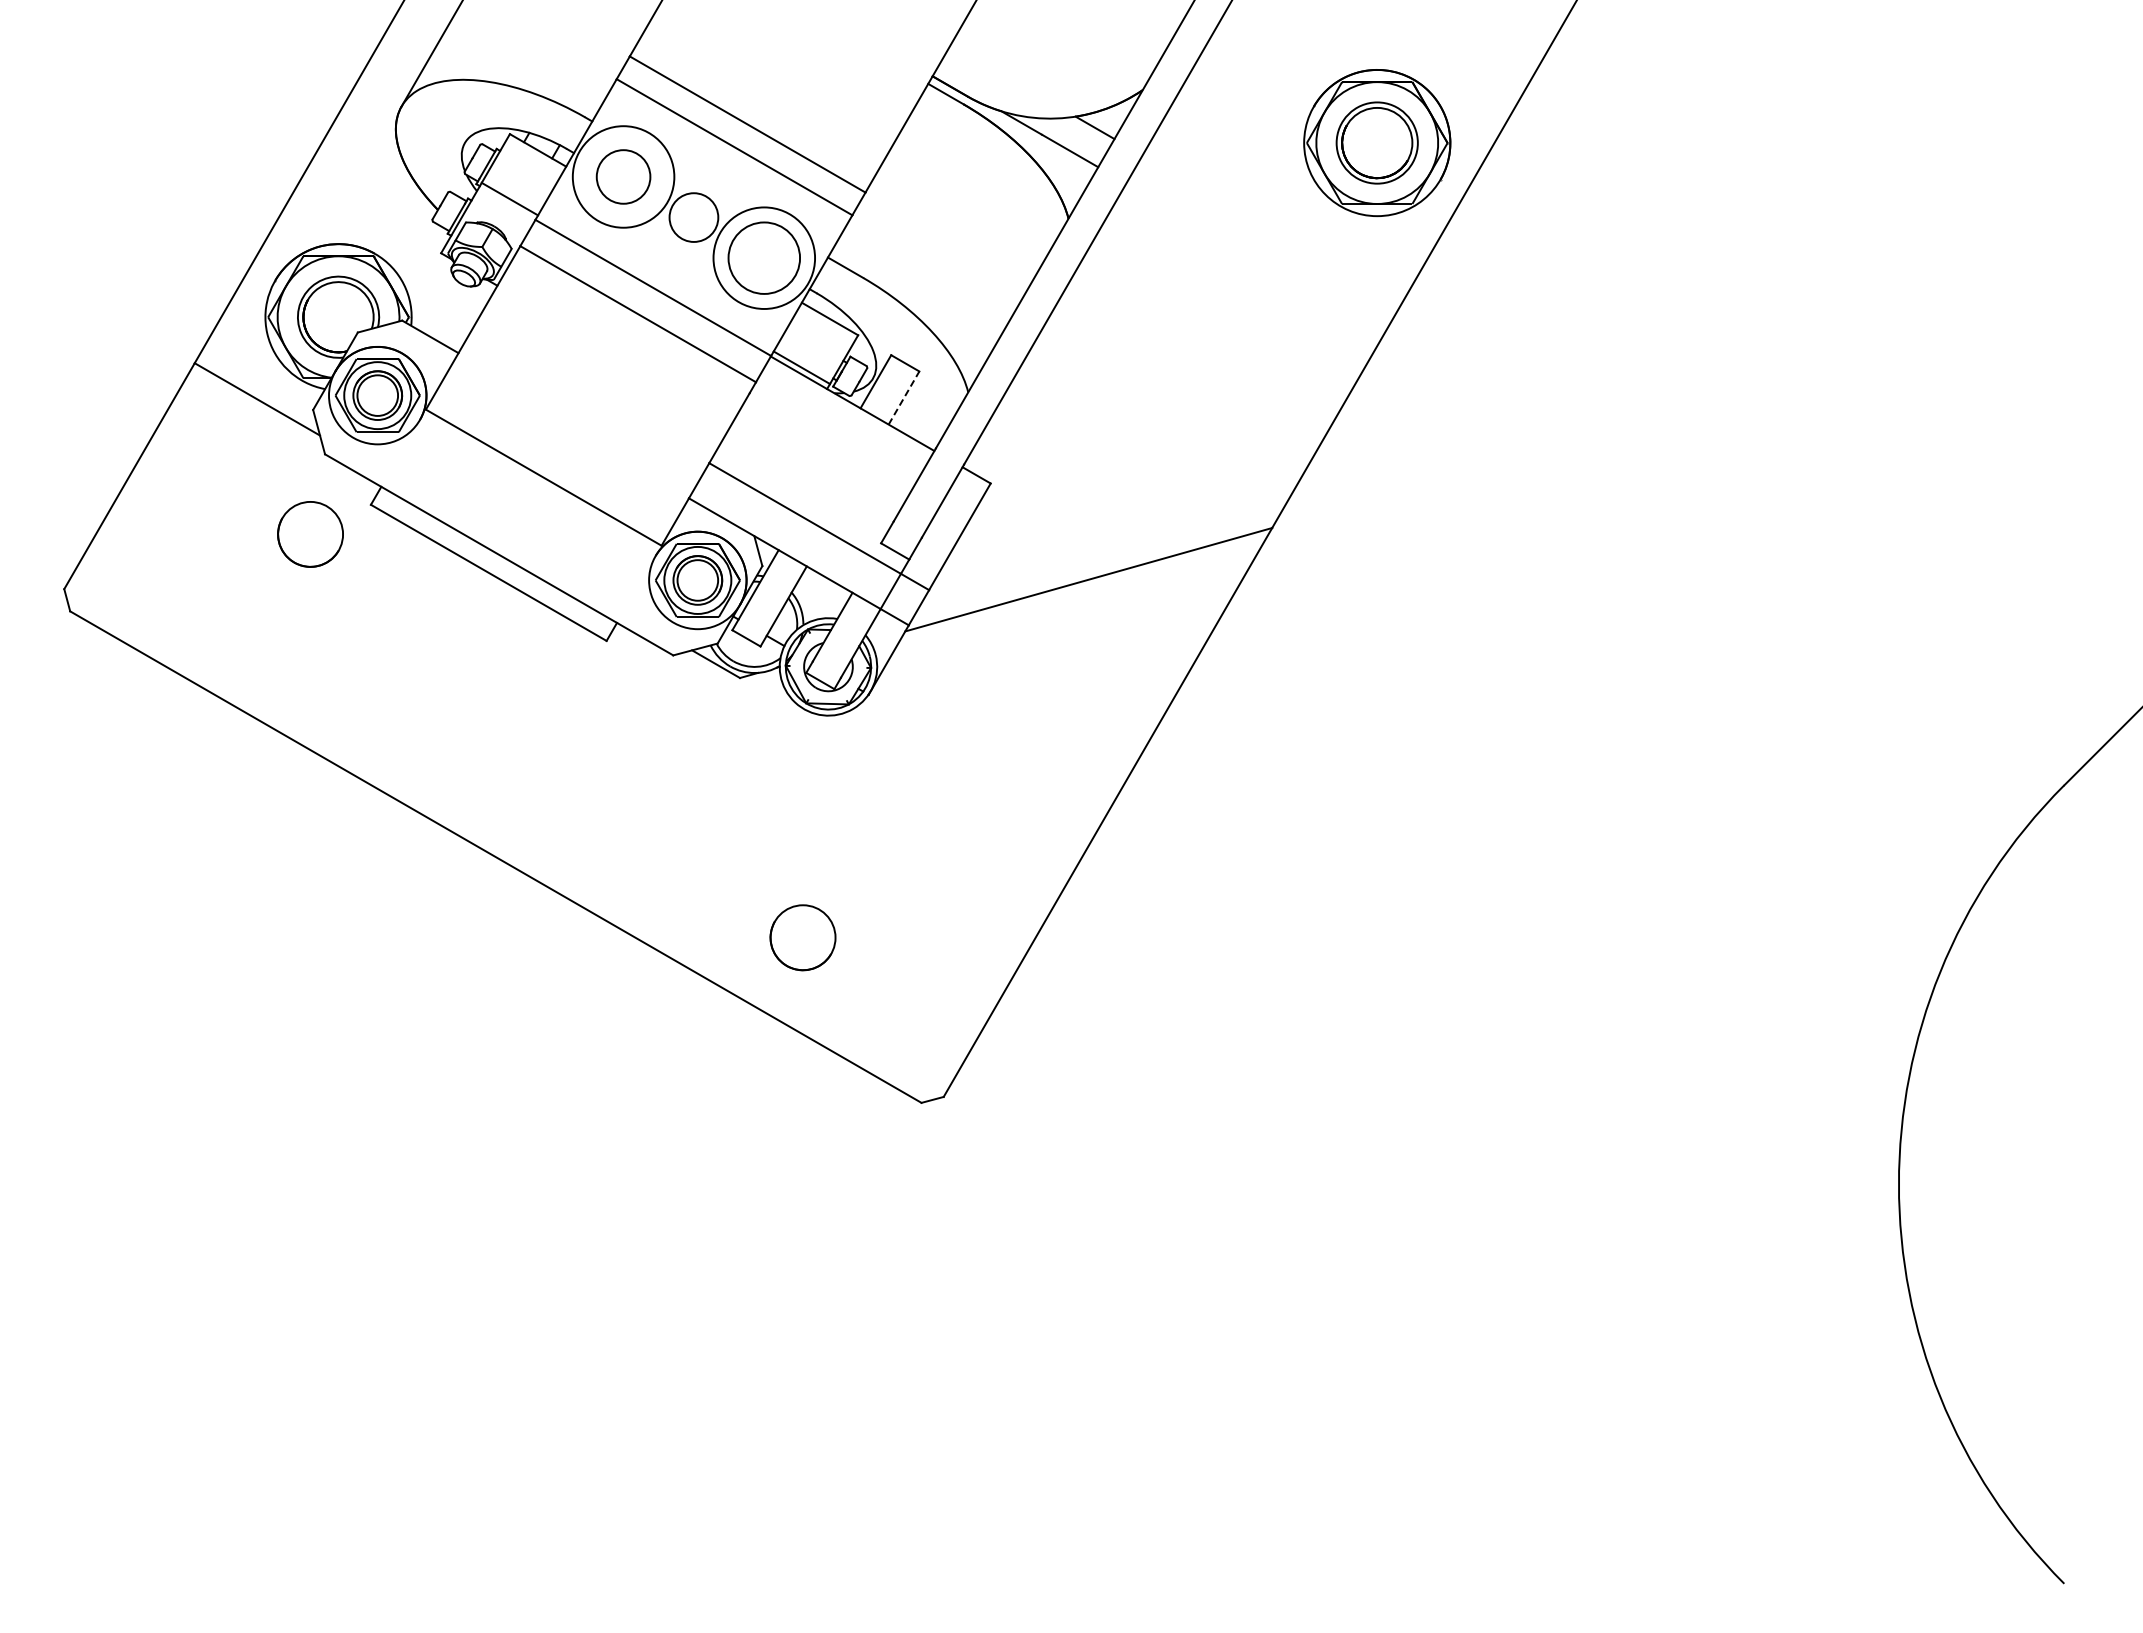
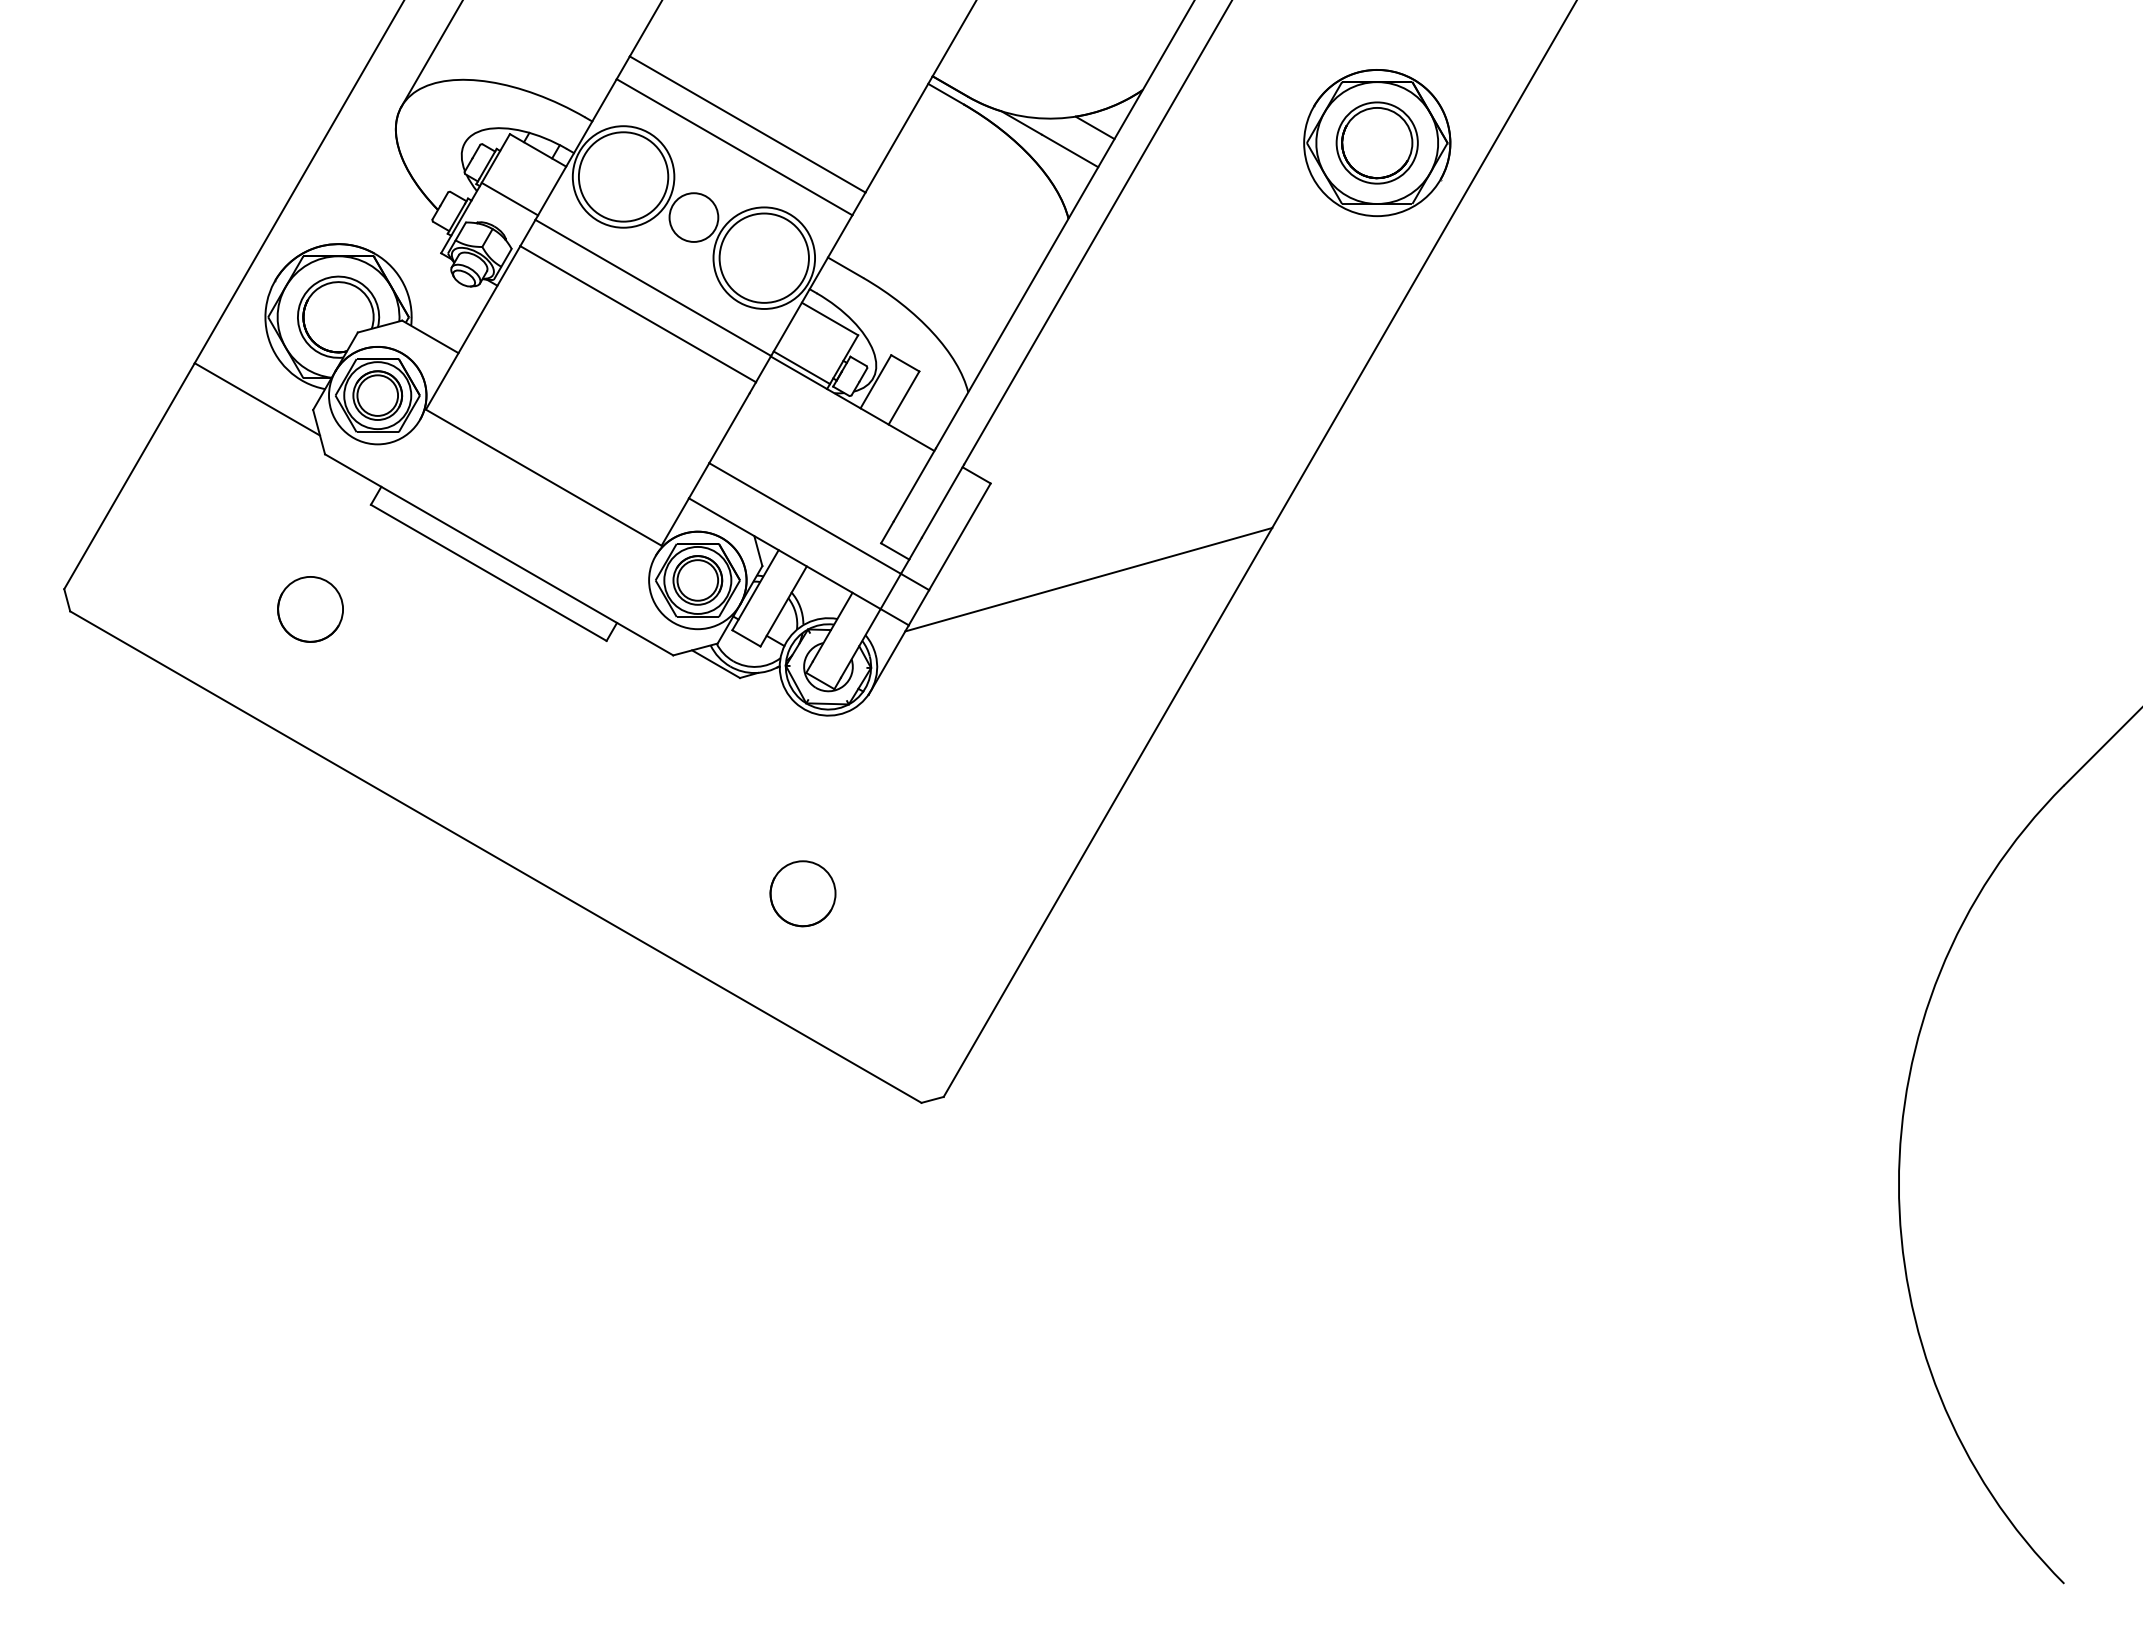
circle at (623, 176) diameter: 54 px -> 89 px
circle at (764, 257) diameter: 71 px -> 89 px
line at (904, 398): dashed -> solid
circle at (310, 534) position: (310, 534) -> (310, 609)
part at (802, 937) position: (802, 937) -> (802, 893)
